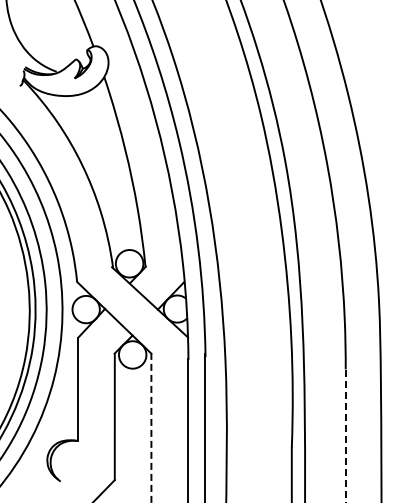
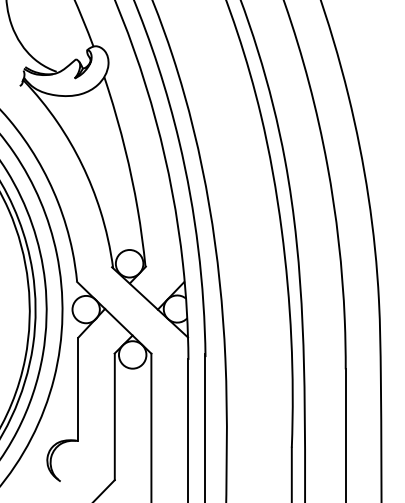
line at (151, 427): dashed -> solid
line at (345, 435): dashed -> solid
